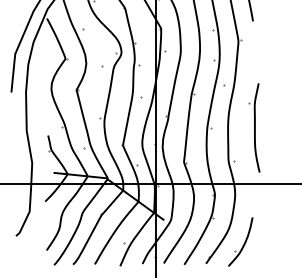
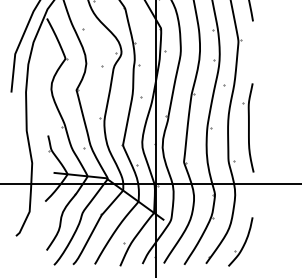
part at (254, 127) position: (254, 127) -> (248, 127)
